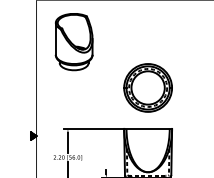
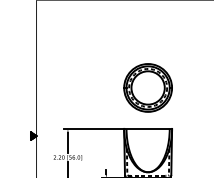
part at (73, 42): present -> none
